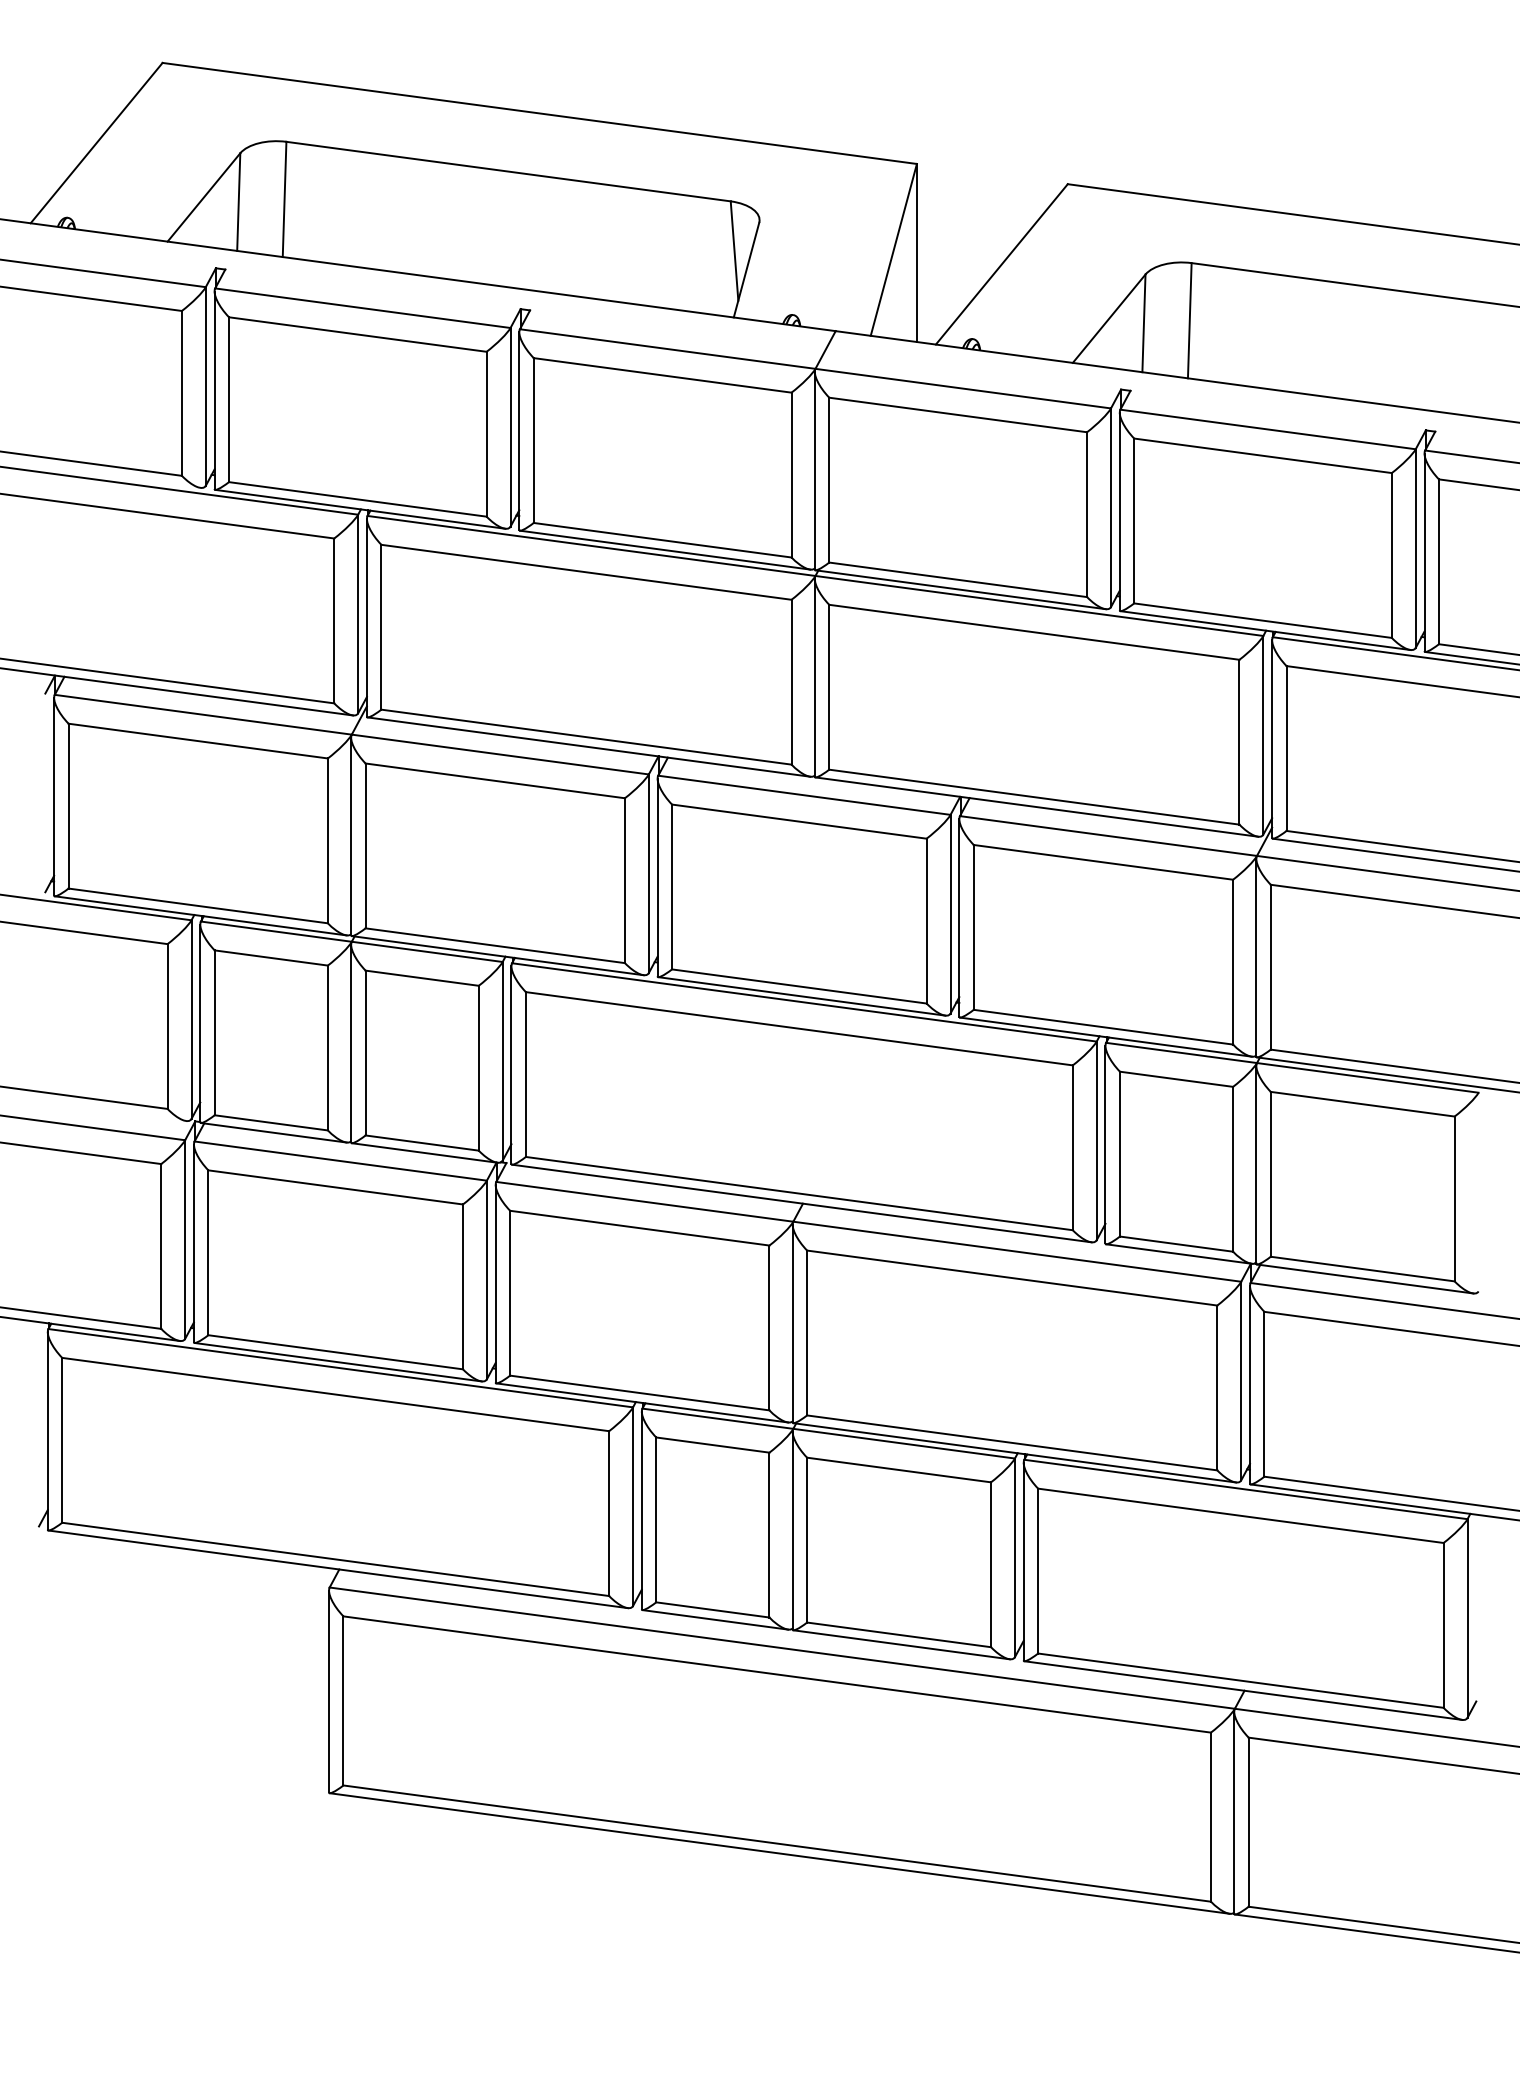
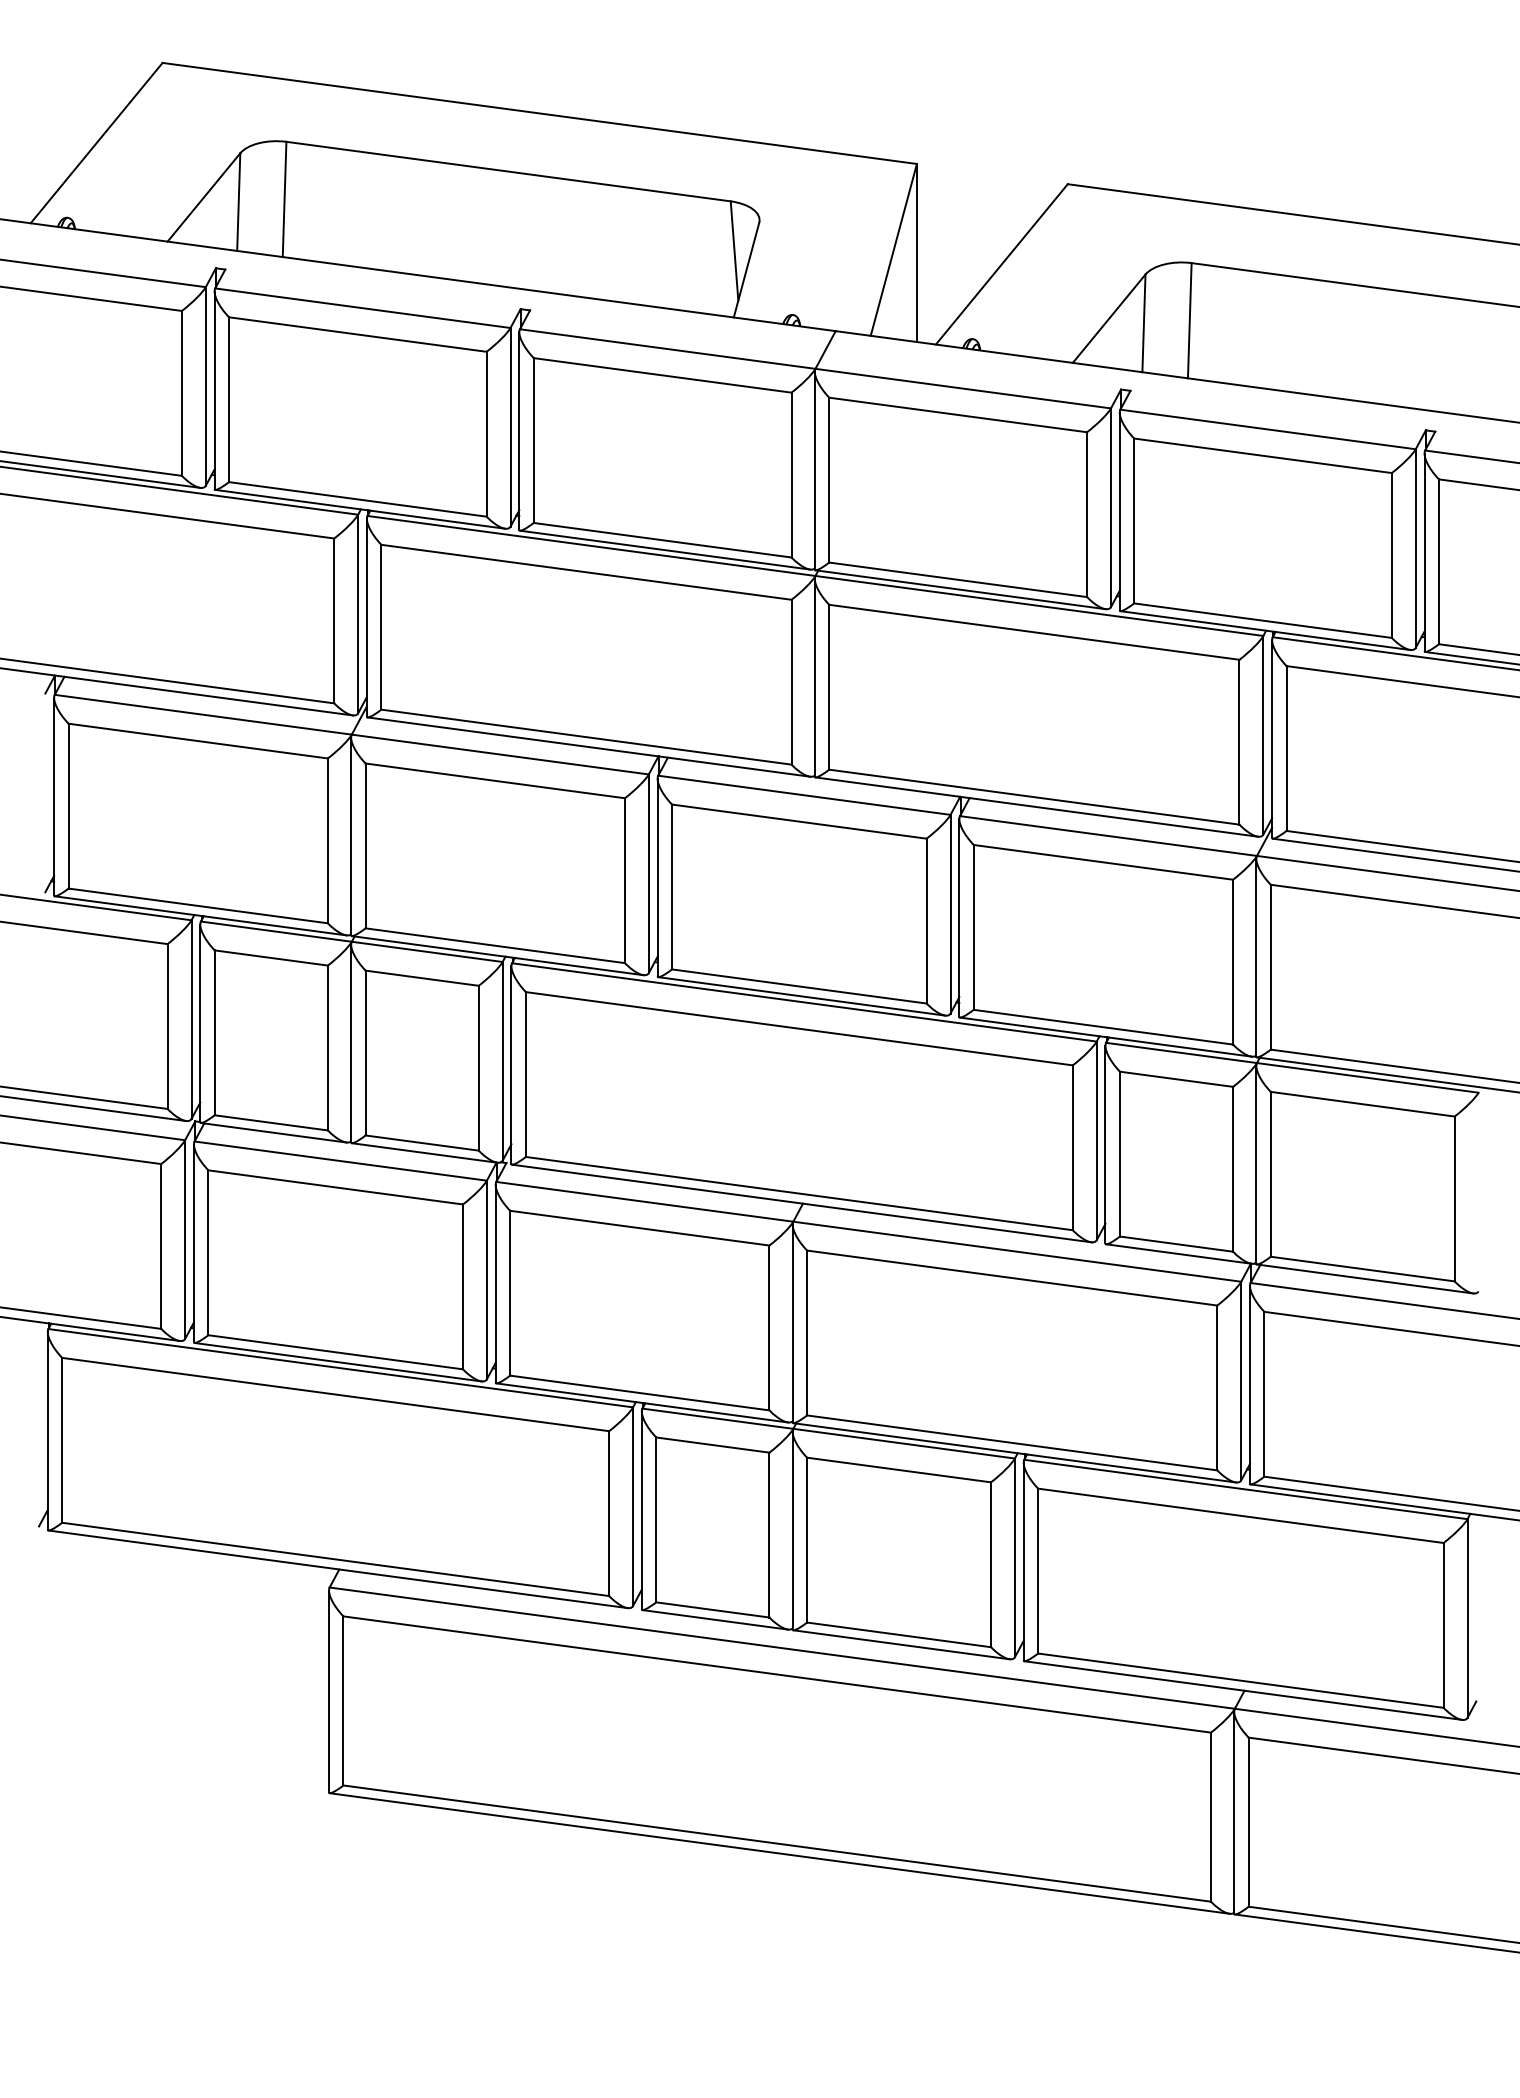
line at (101, 474): none -> present
line at (94, 1108): none -> present
